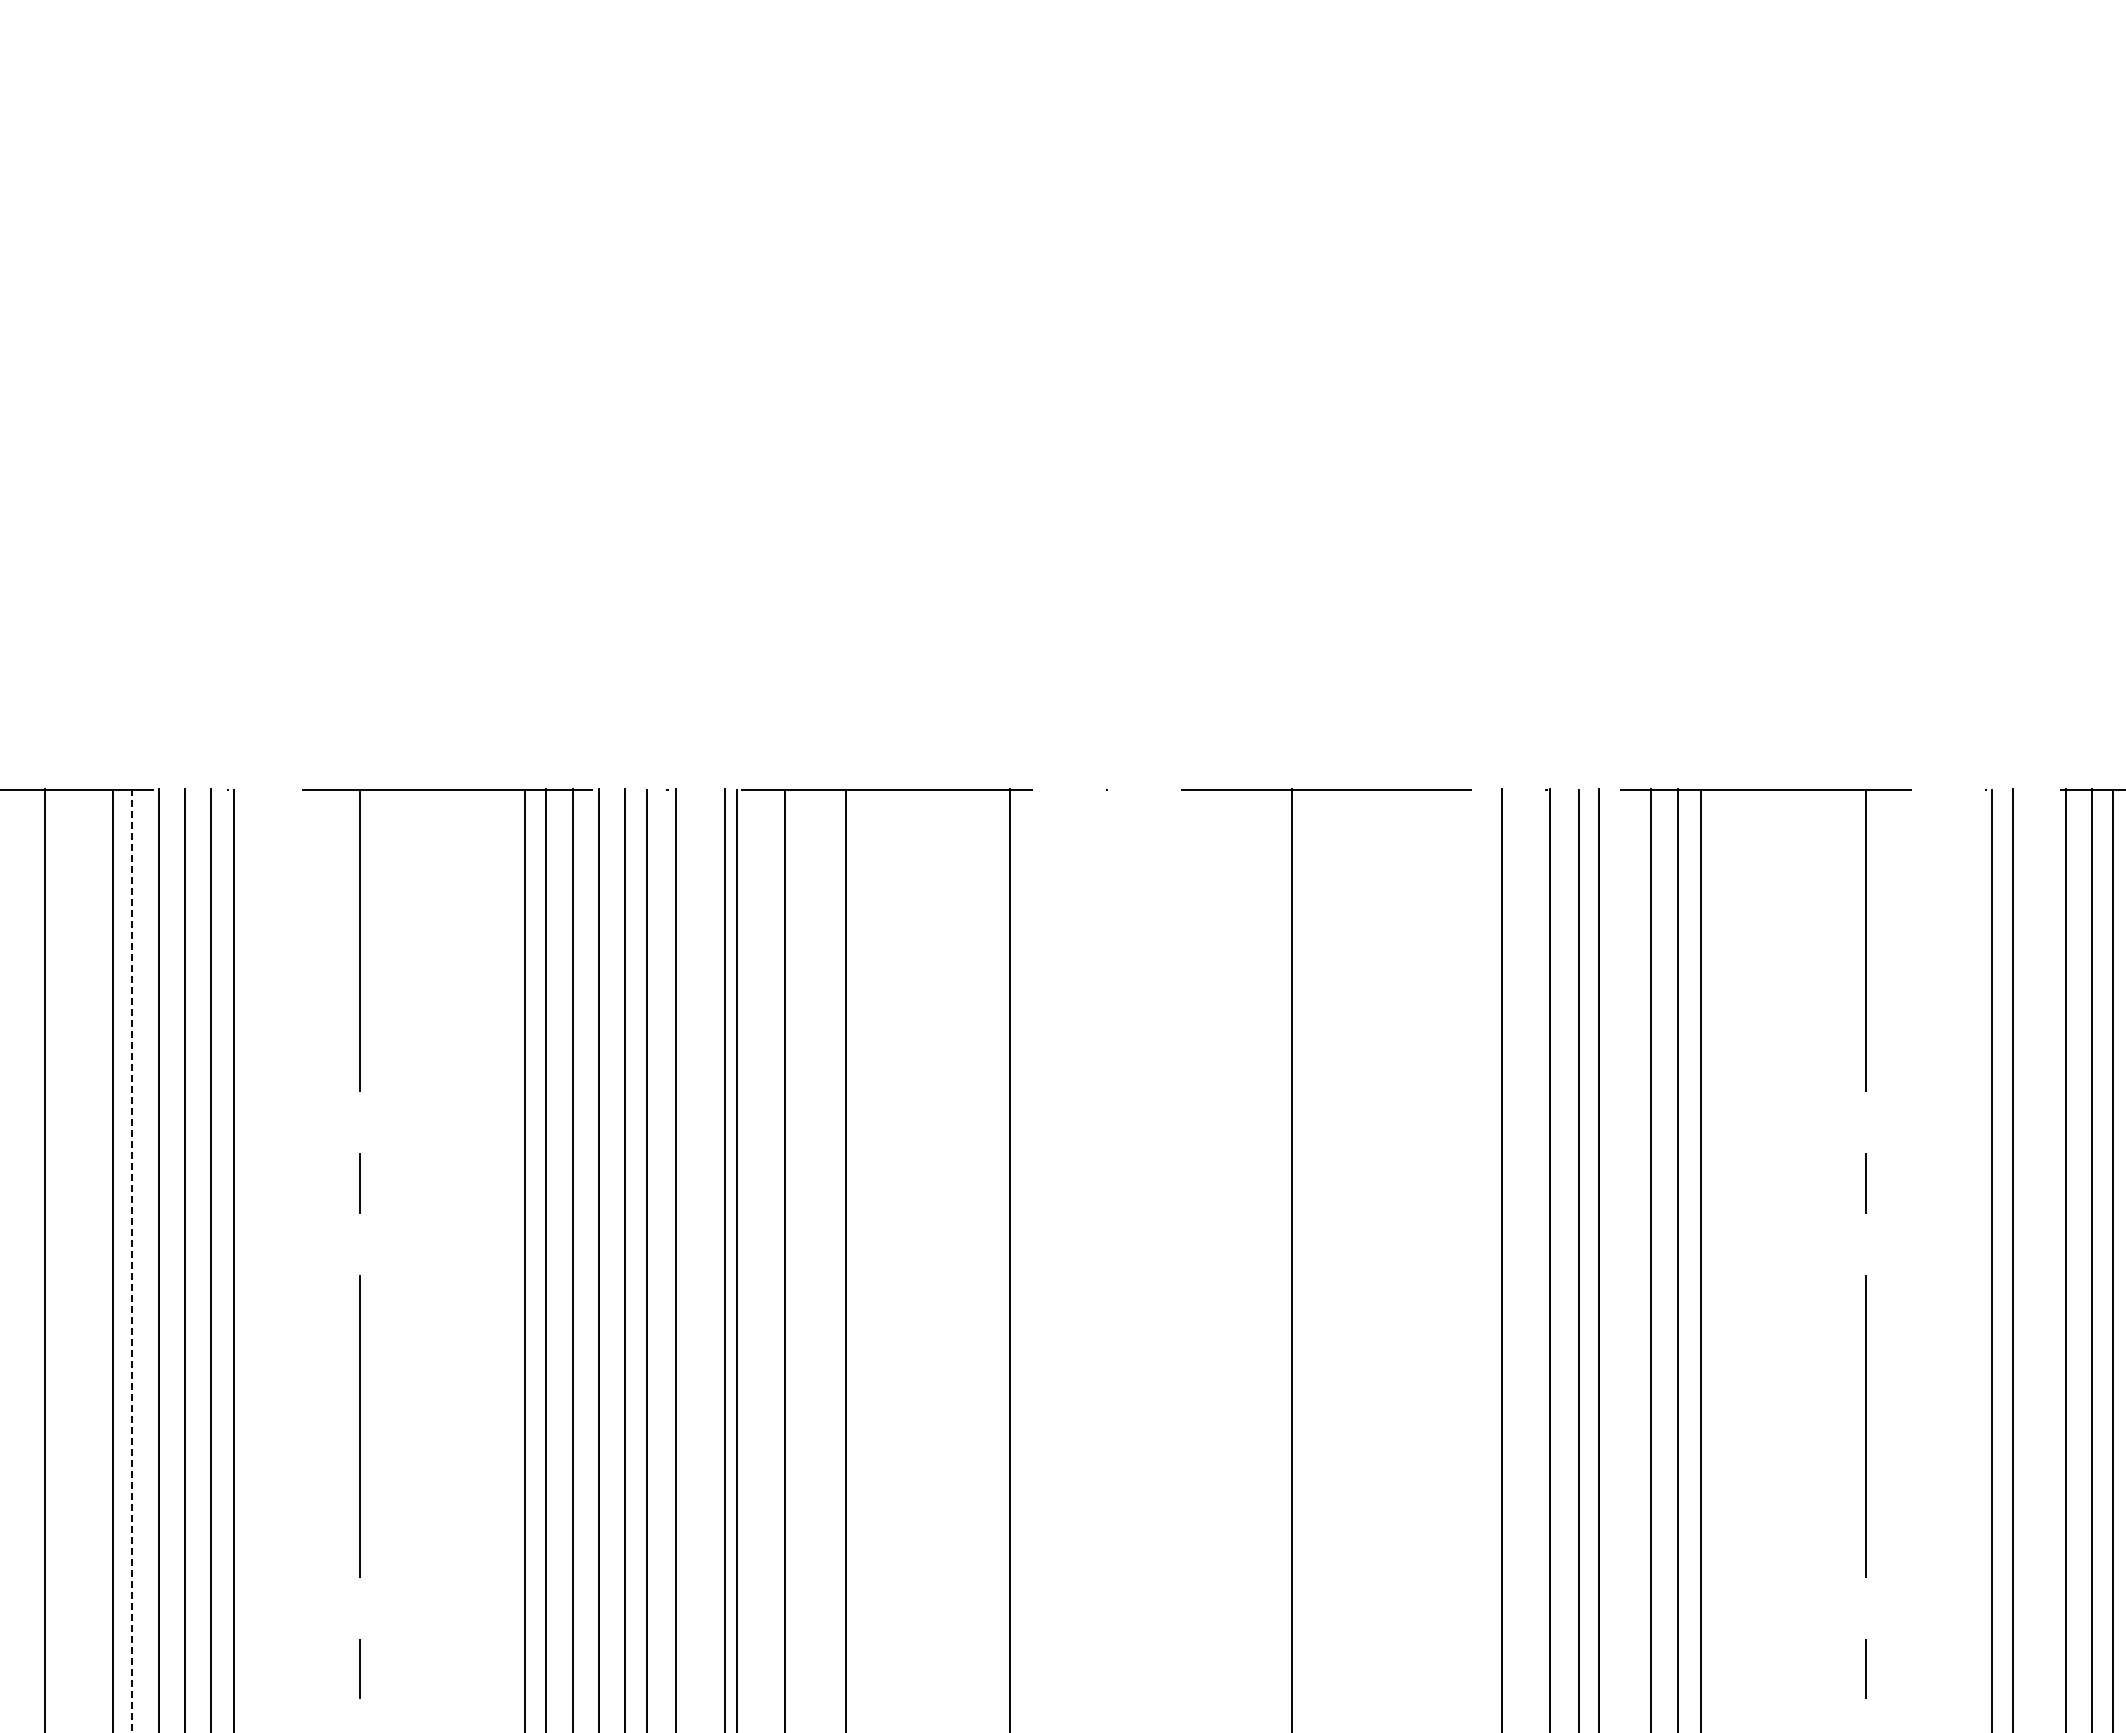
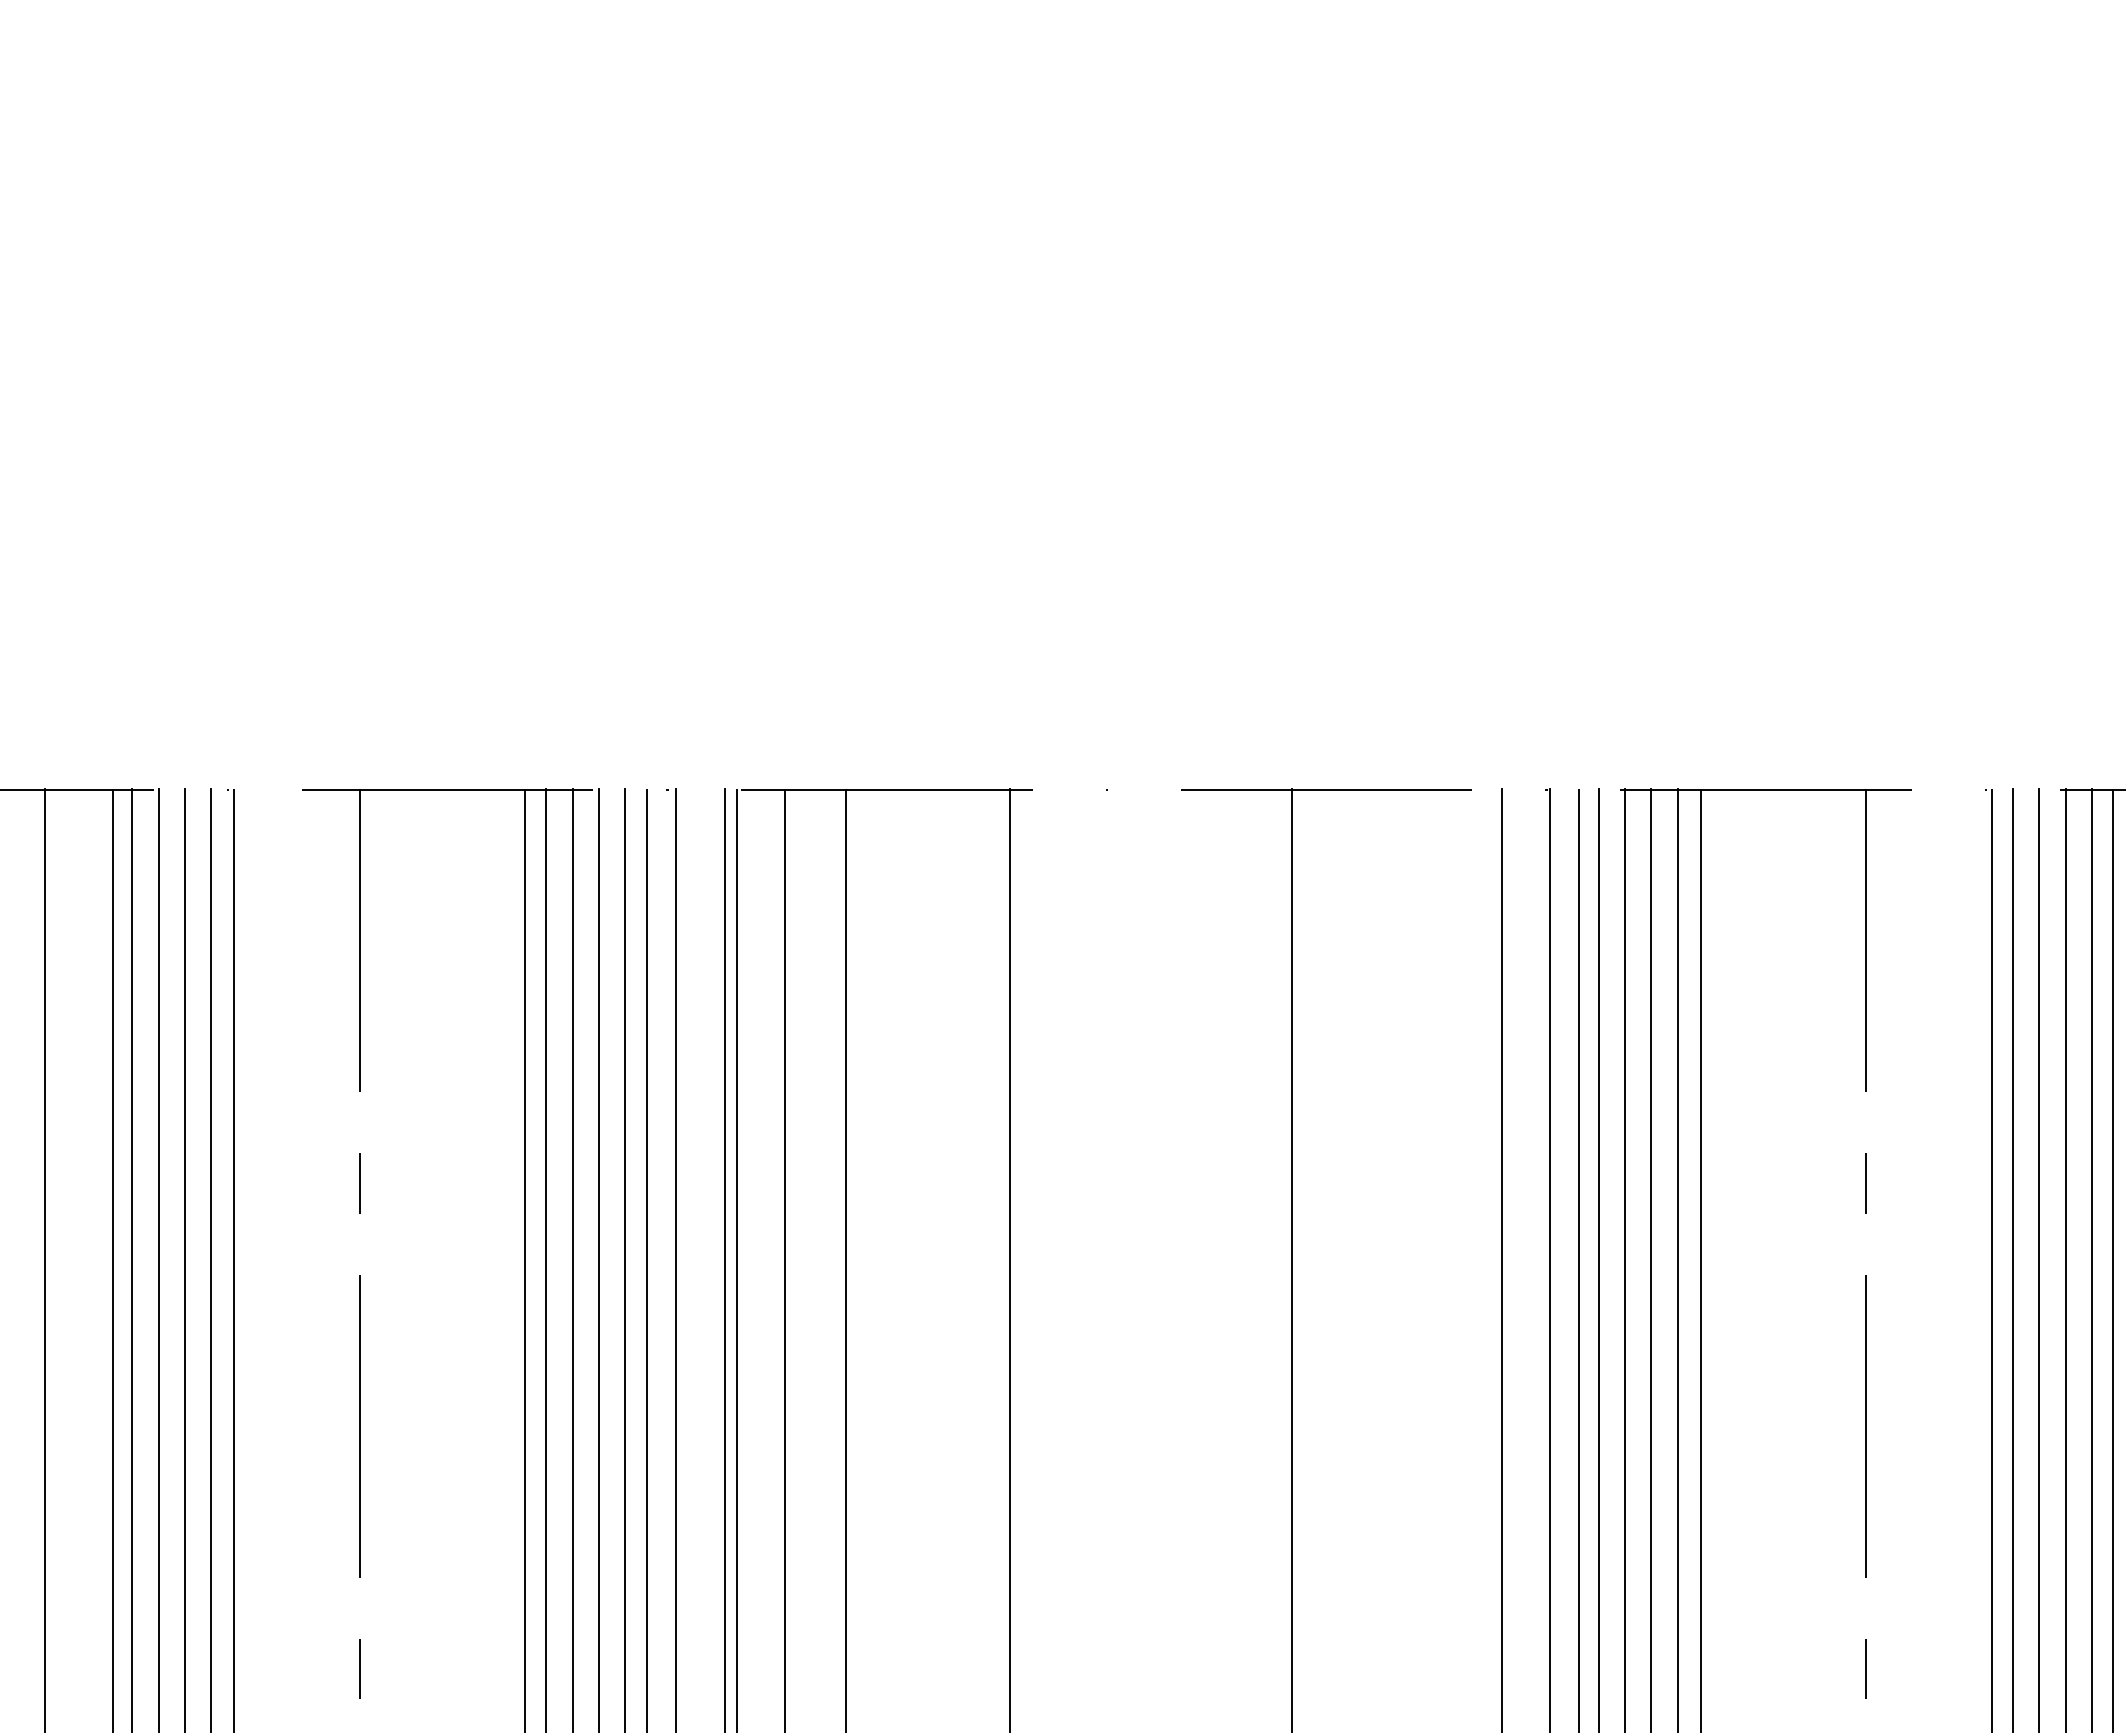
line at (1625, 1258): none -> present
line at (2039, 1258): none -> present
line at (132, 1260): dashed -> solid
